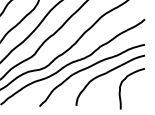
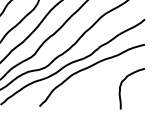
curve at (106, 74): present -> none
